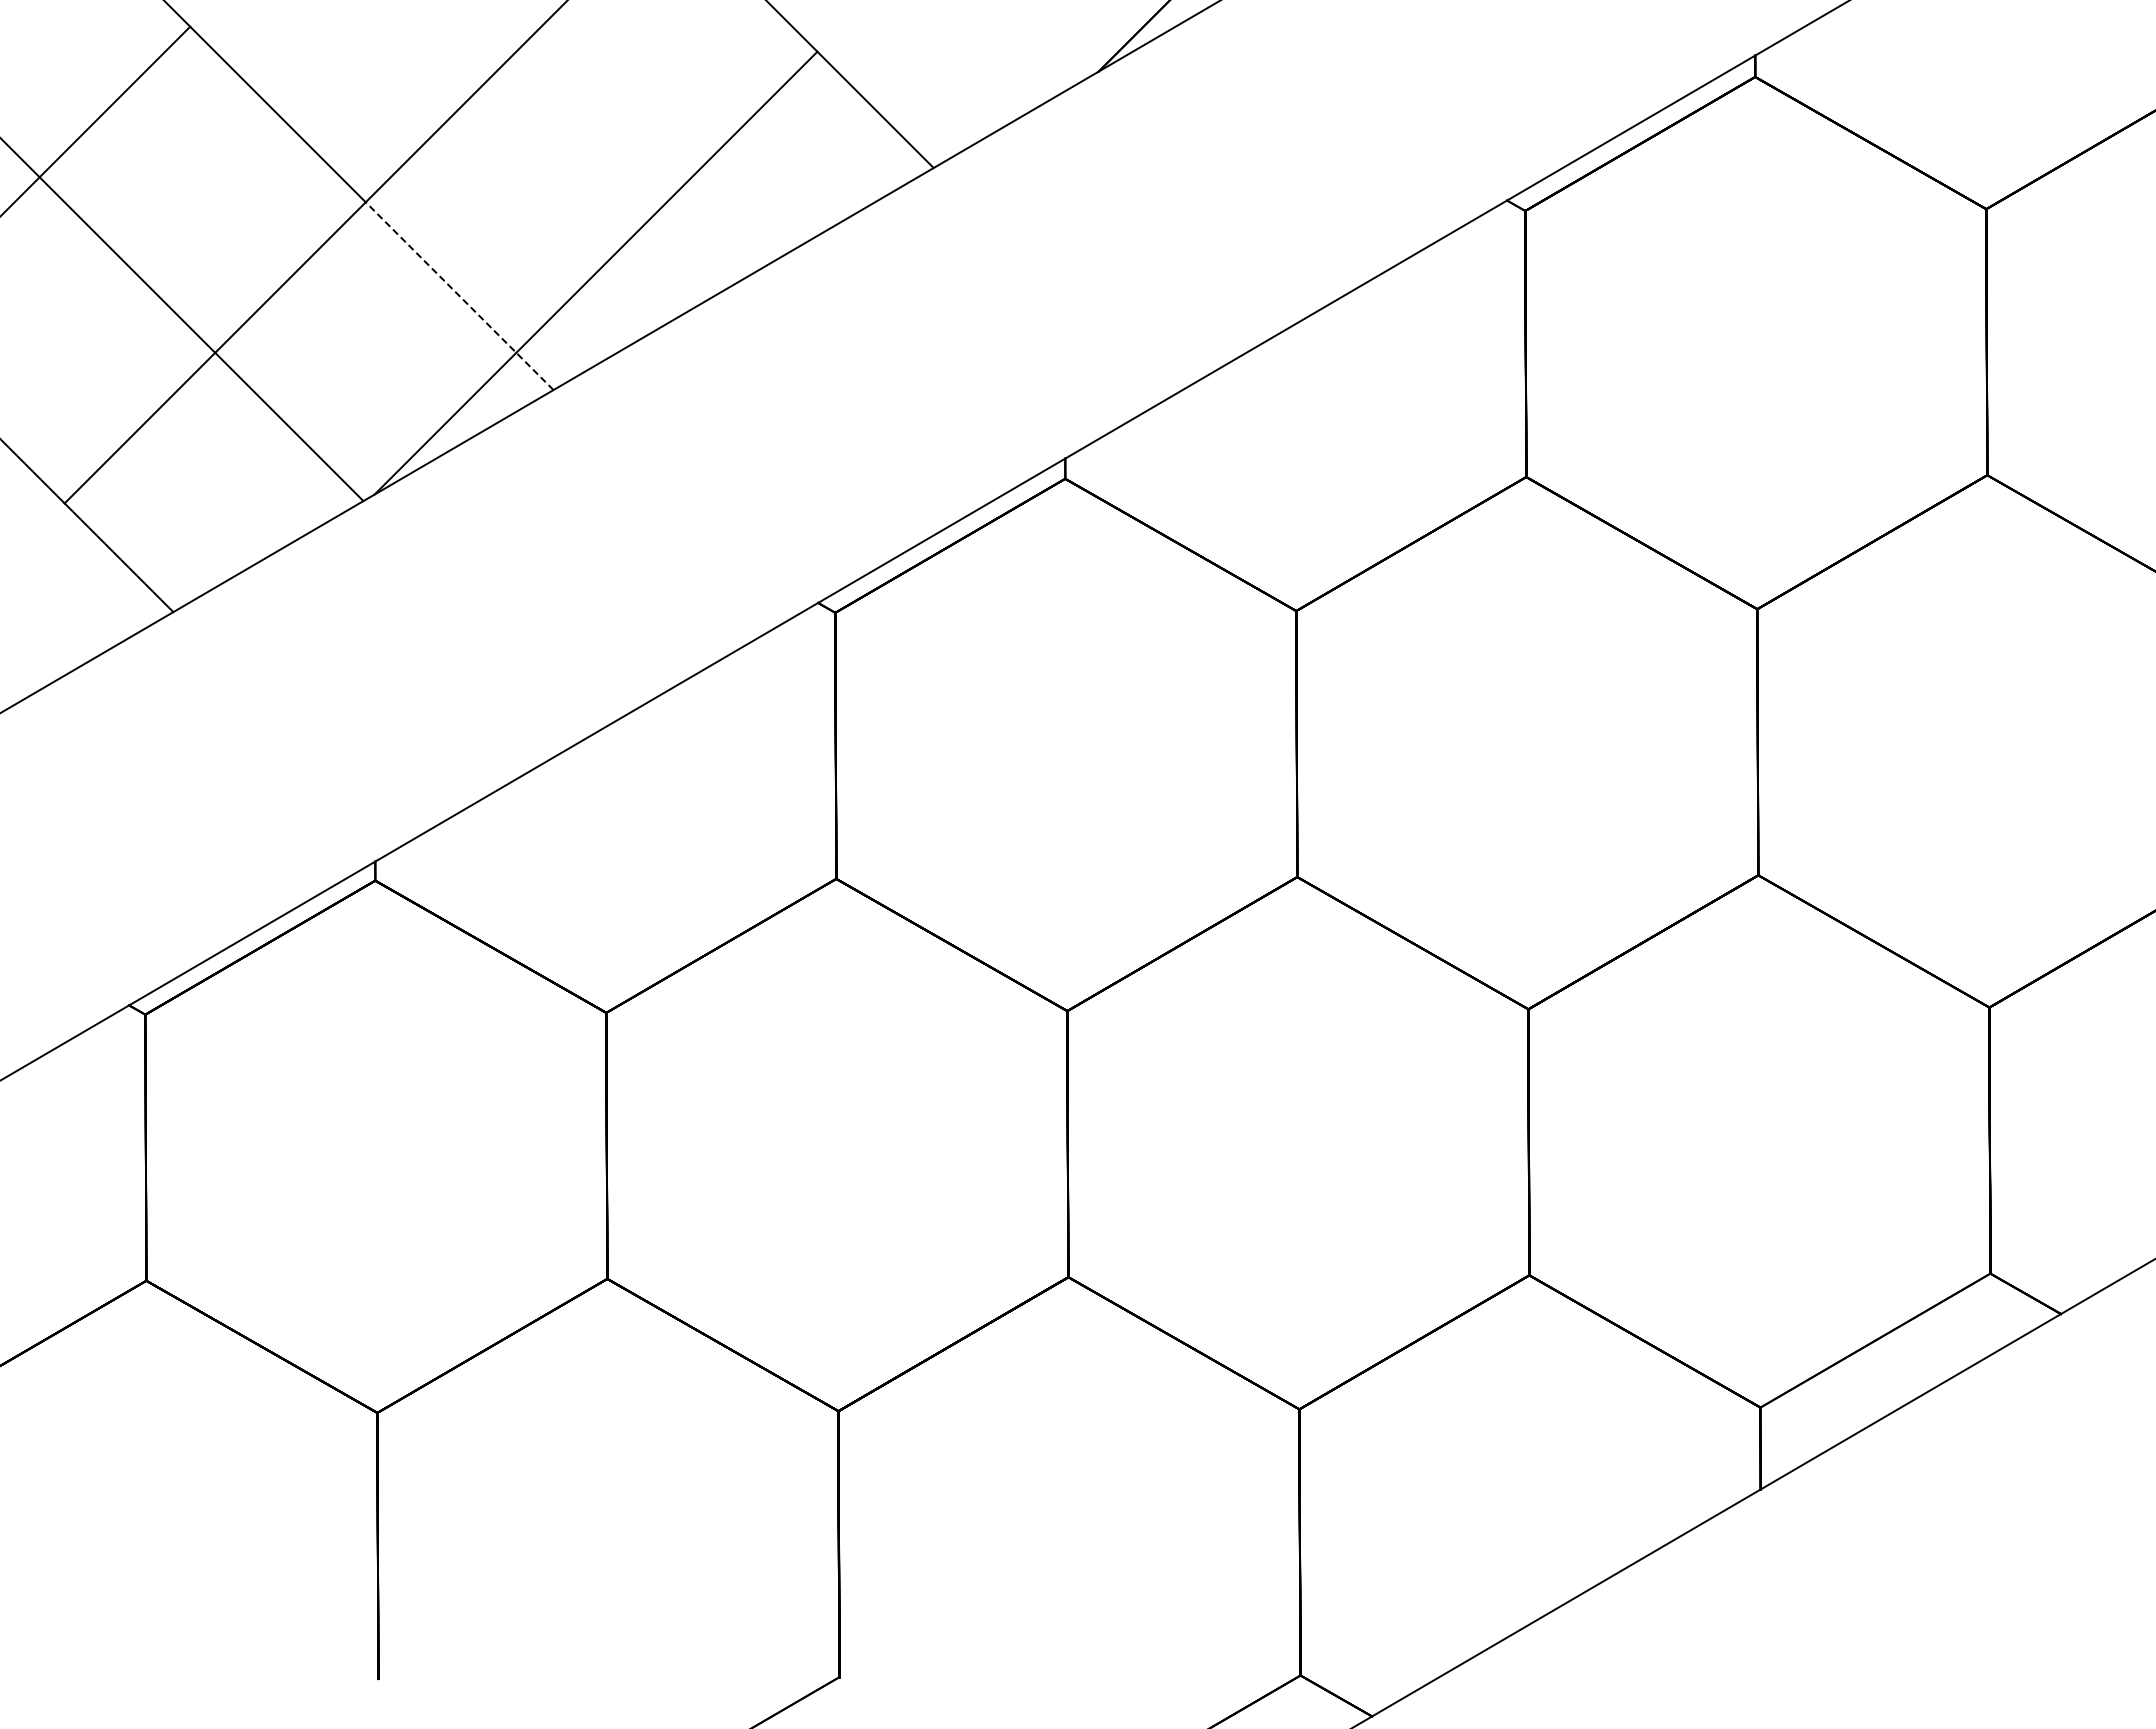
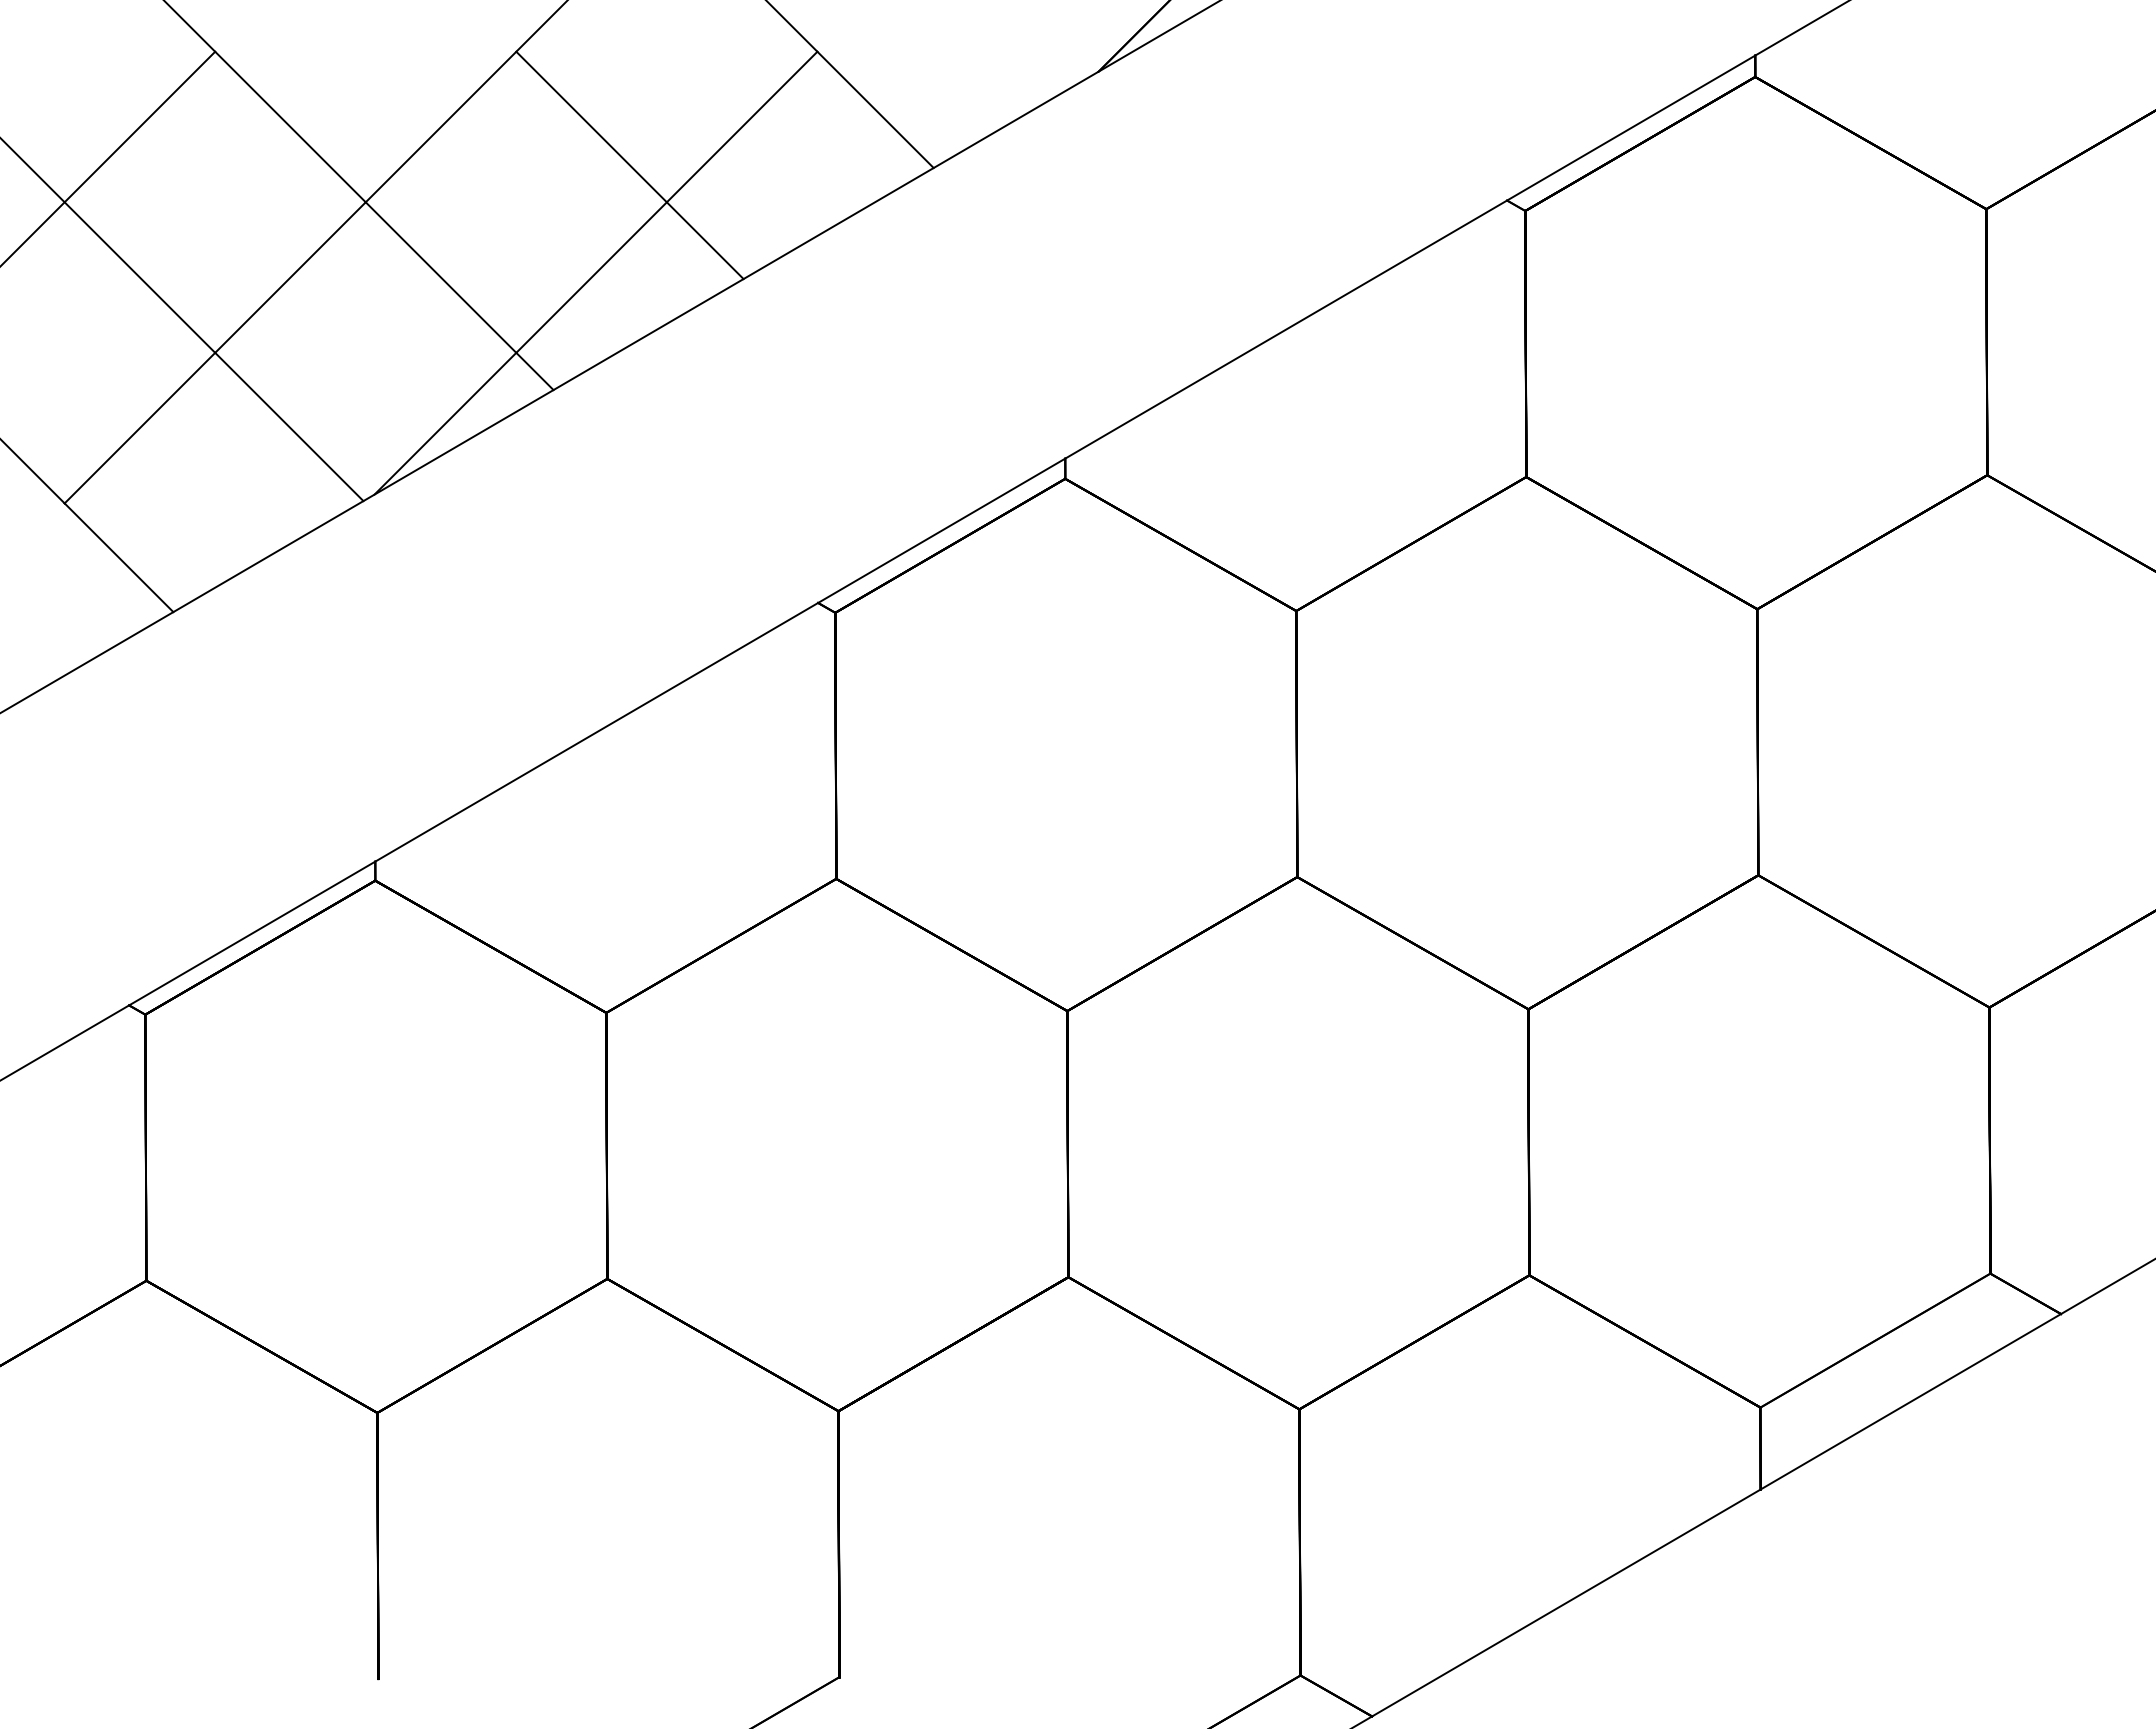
line at (96, 120) position: (96, 120) -> (108, 157)
line at (629, 165): none -> present
line at (459, 296): dashed -> solid
